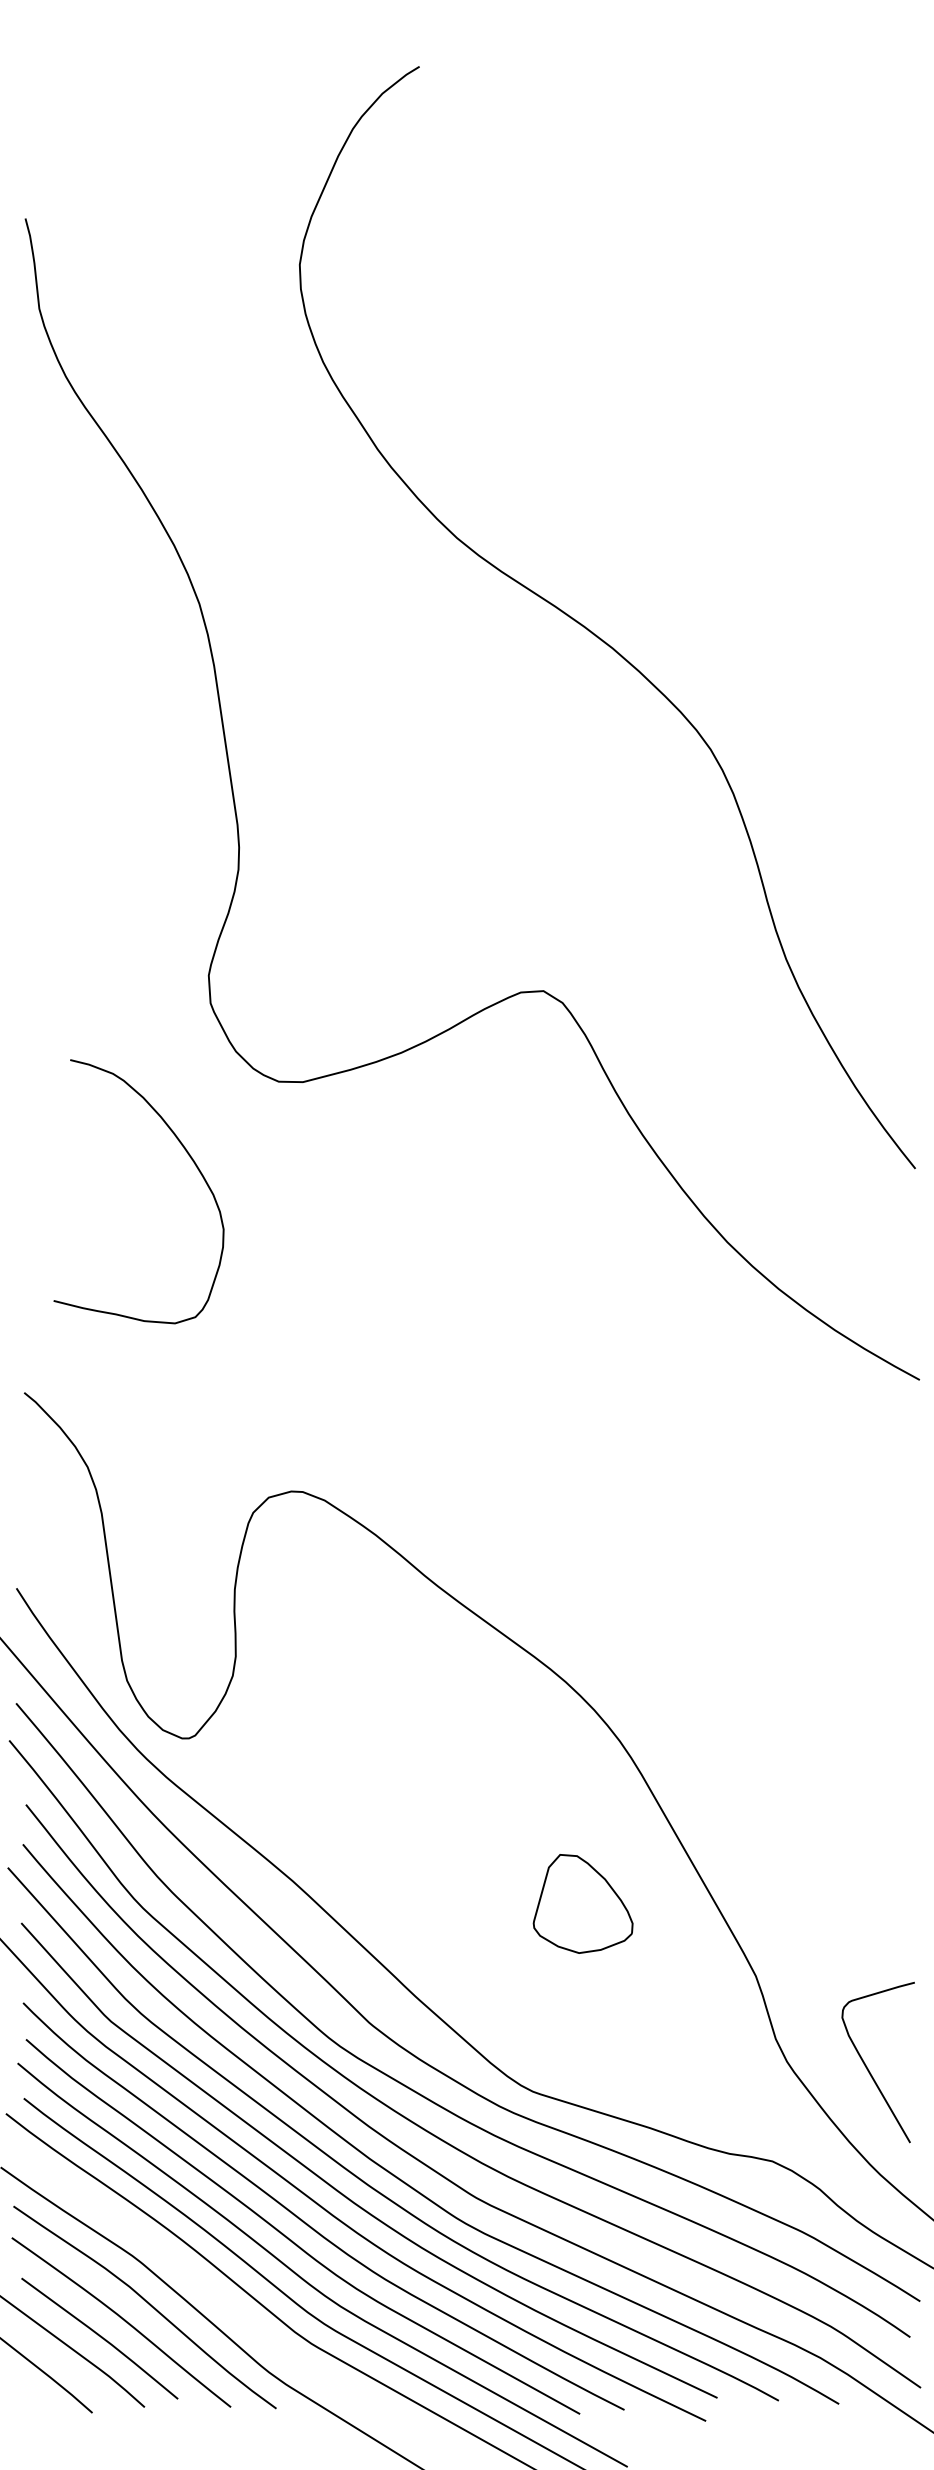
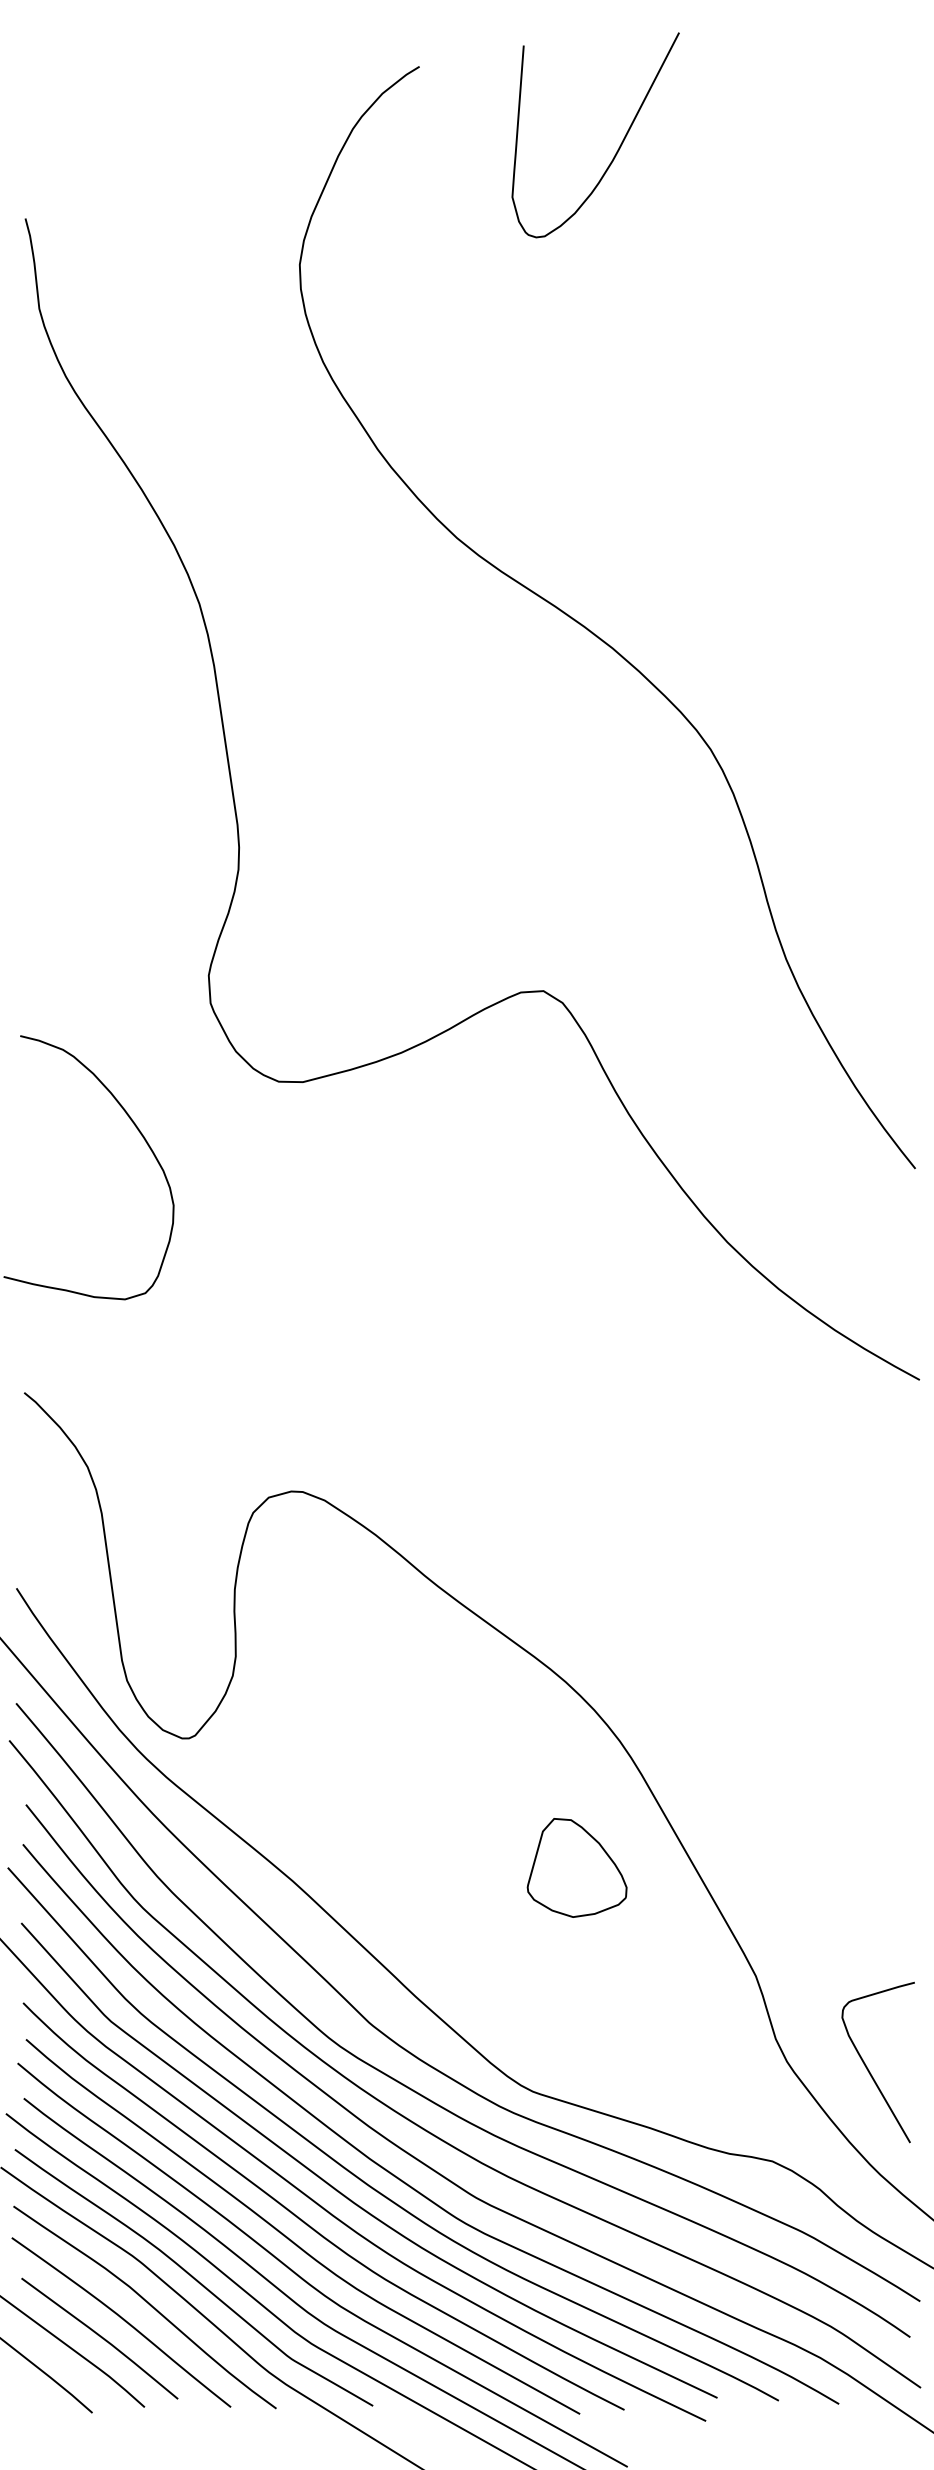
curve at (618, 147): none -> present
curve at (190, 1158) position: (190, 1158) -> (140, 1134)
part at (582, 1903) position: (582, 1903) -> (576, 1867)
curve at (193, 2277): none -> present
